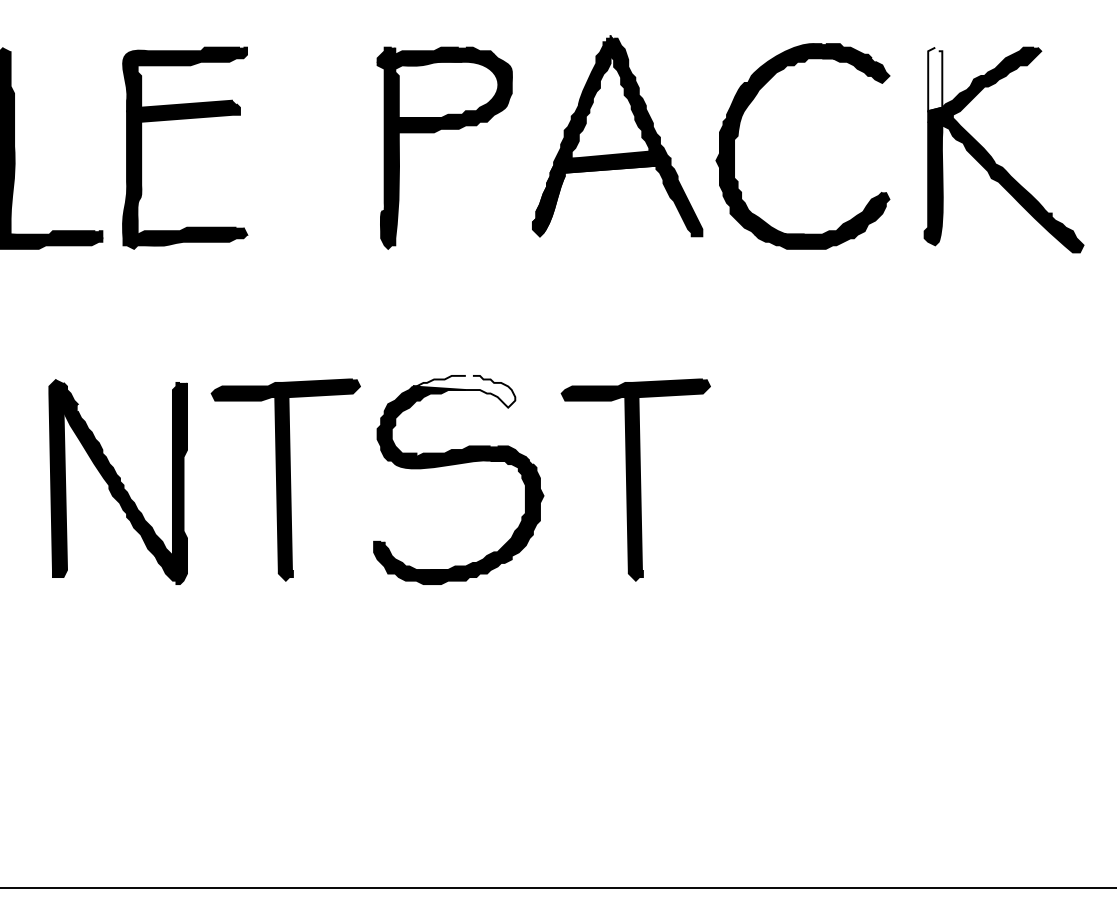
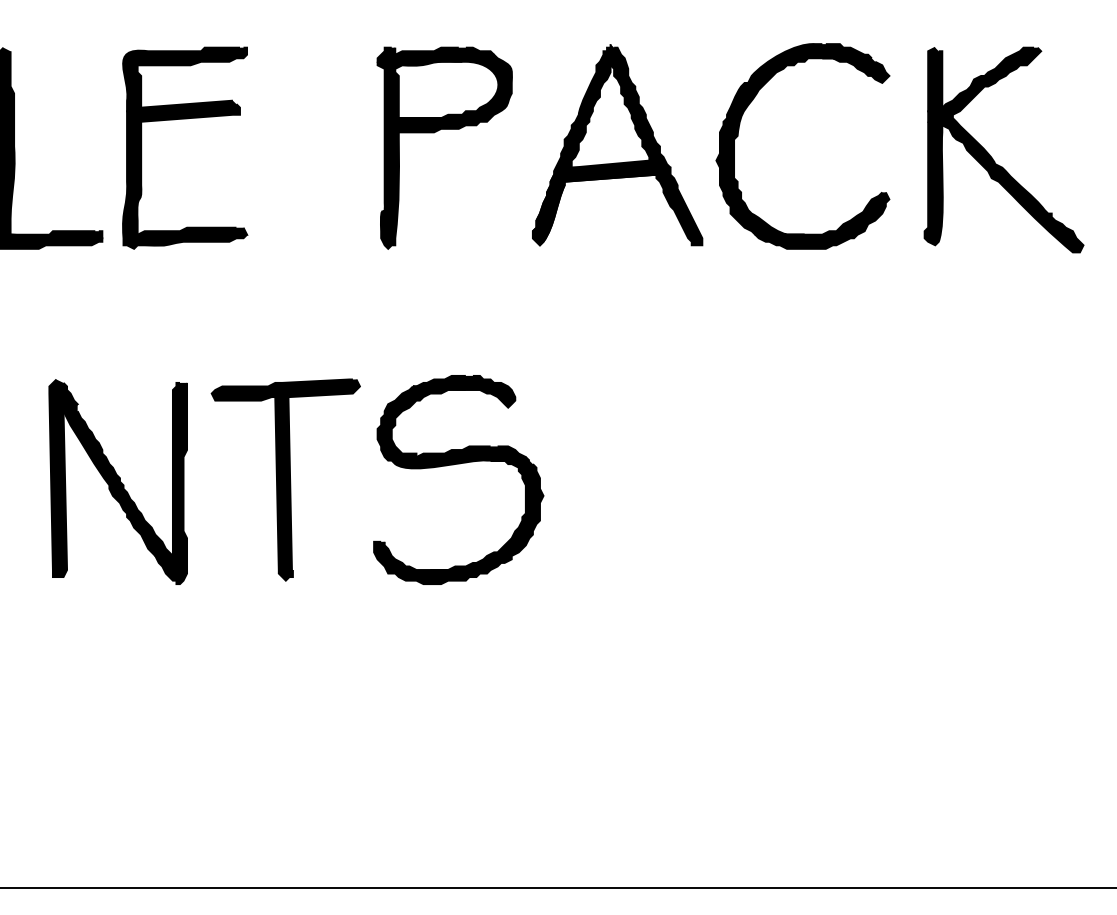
fill at (935, 79): none -> present
part at (617, 136) position: (617, 136) -> (617, 145)
fill at (463, 391): none -> present
part at (635, 479): present -> none
